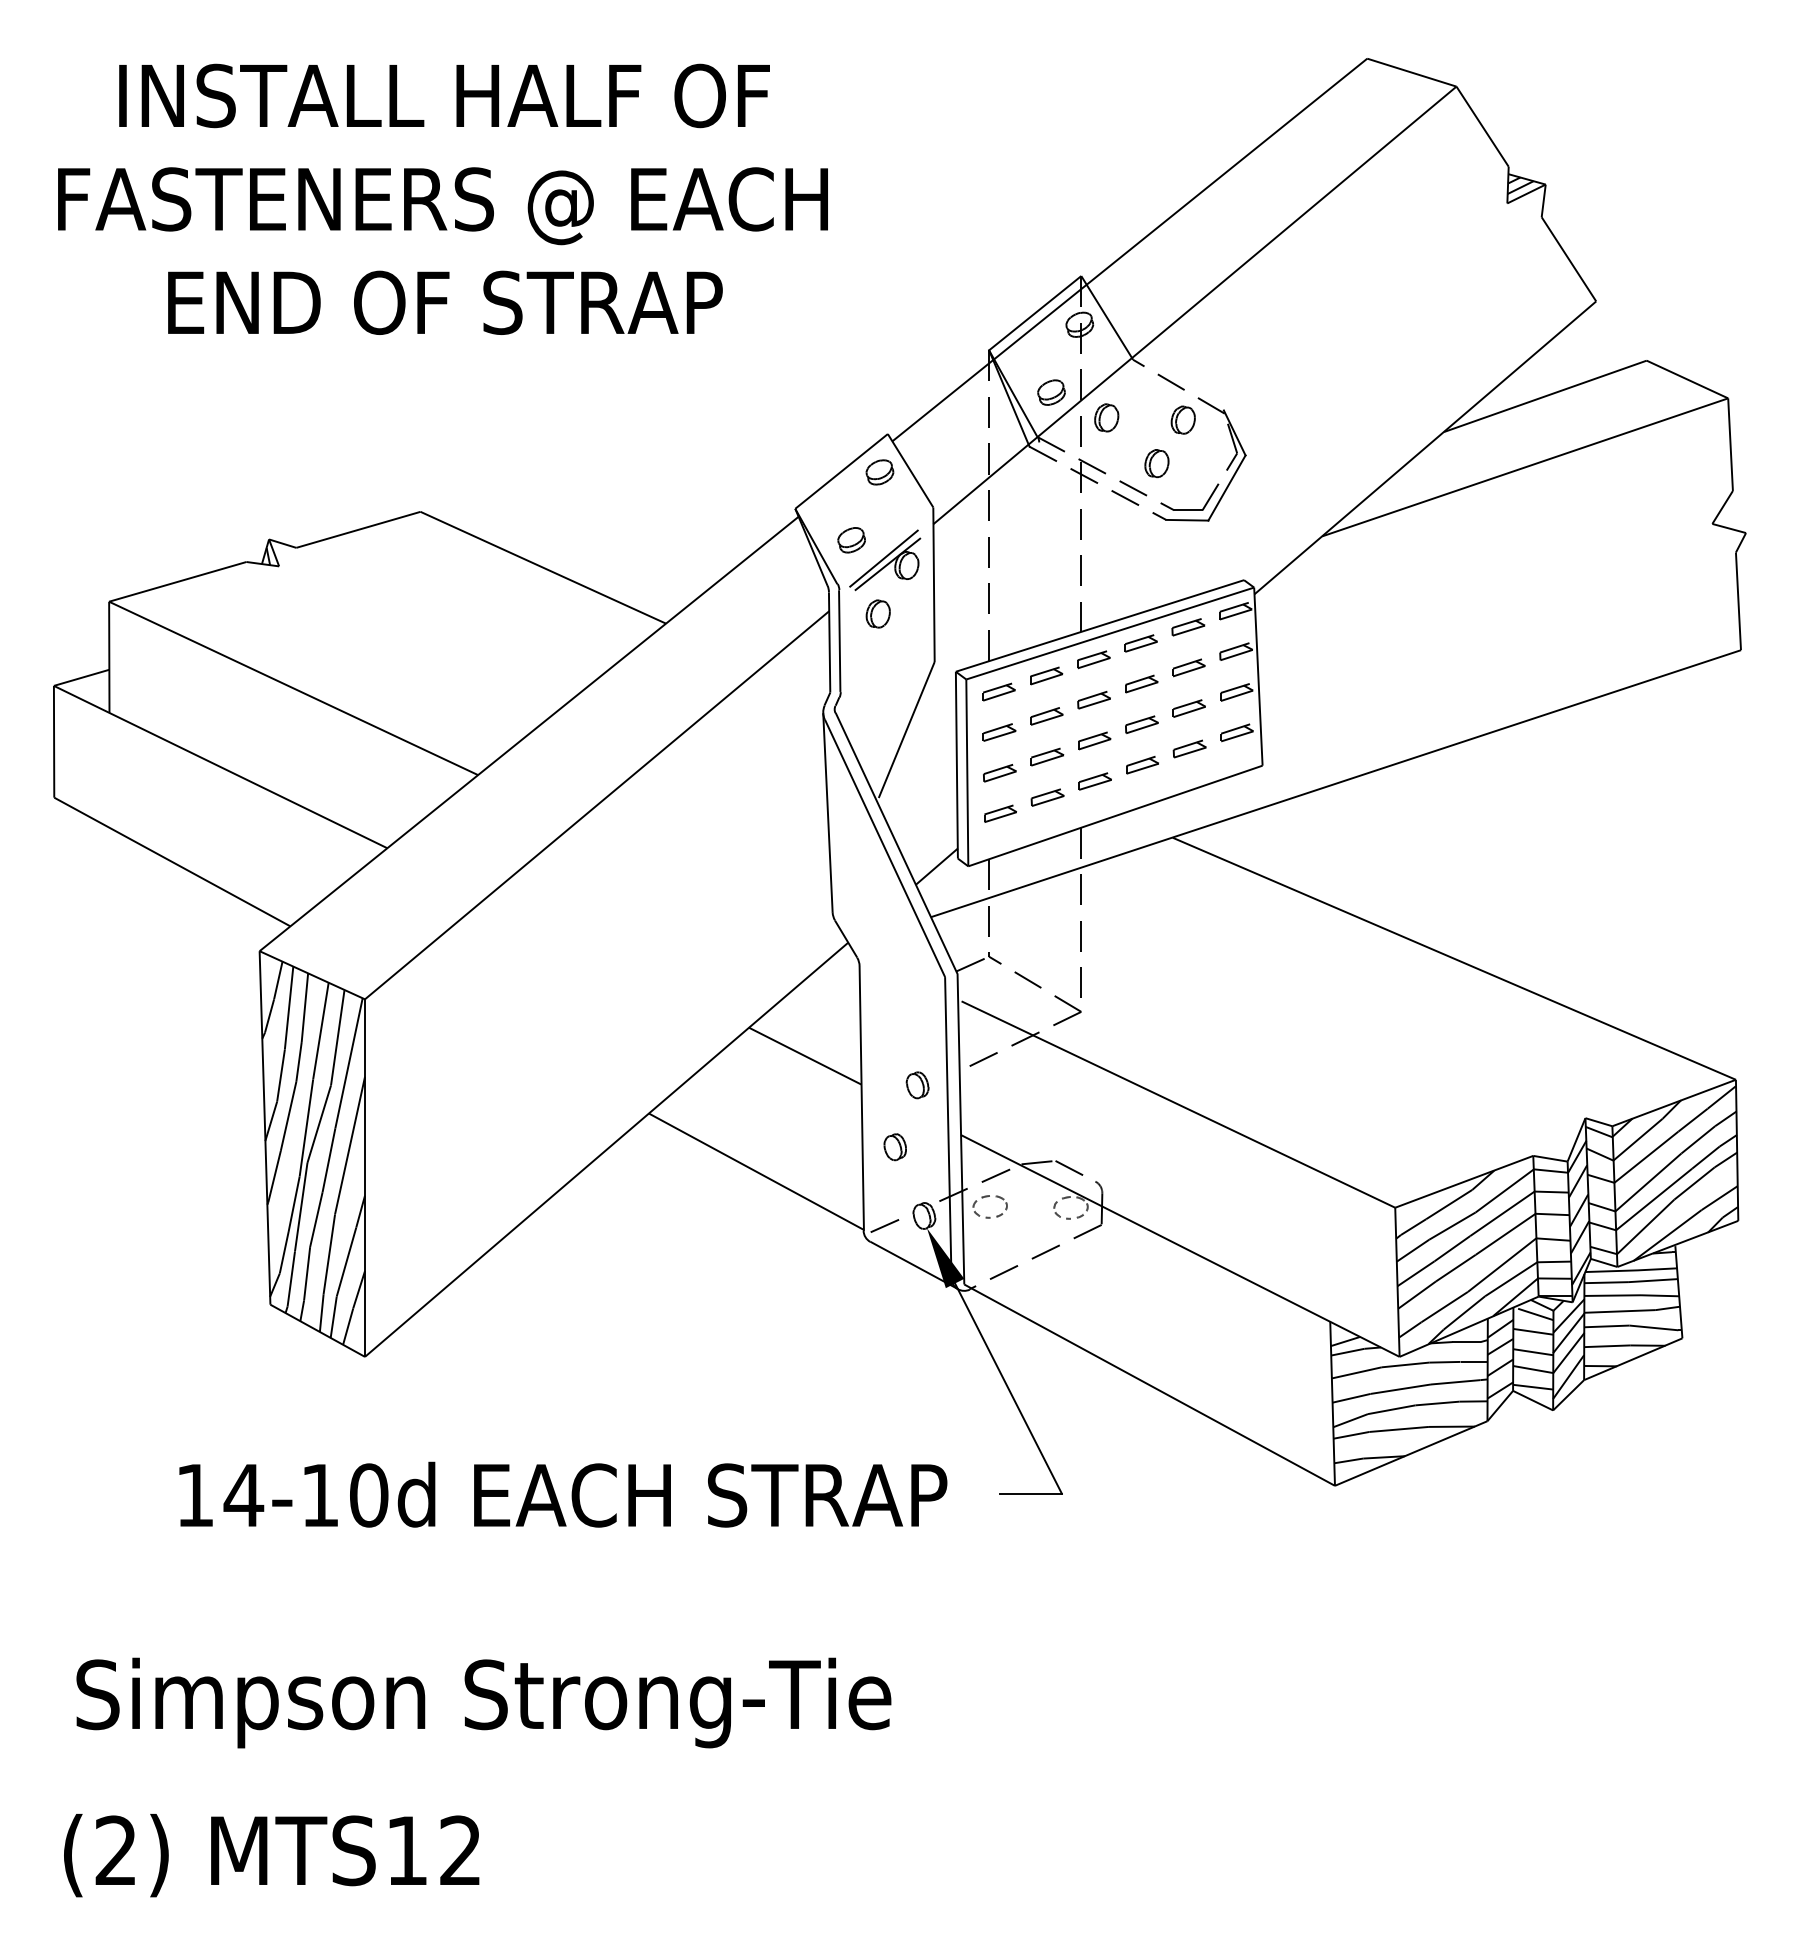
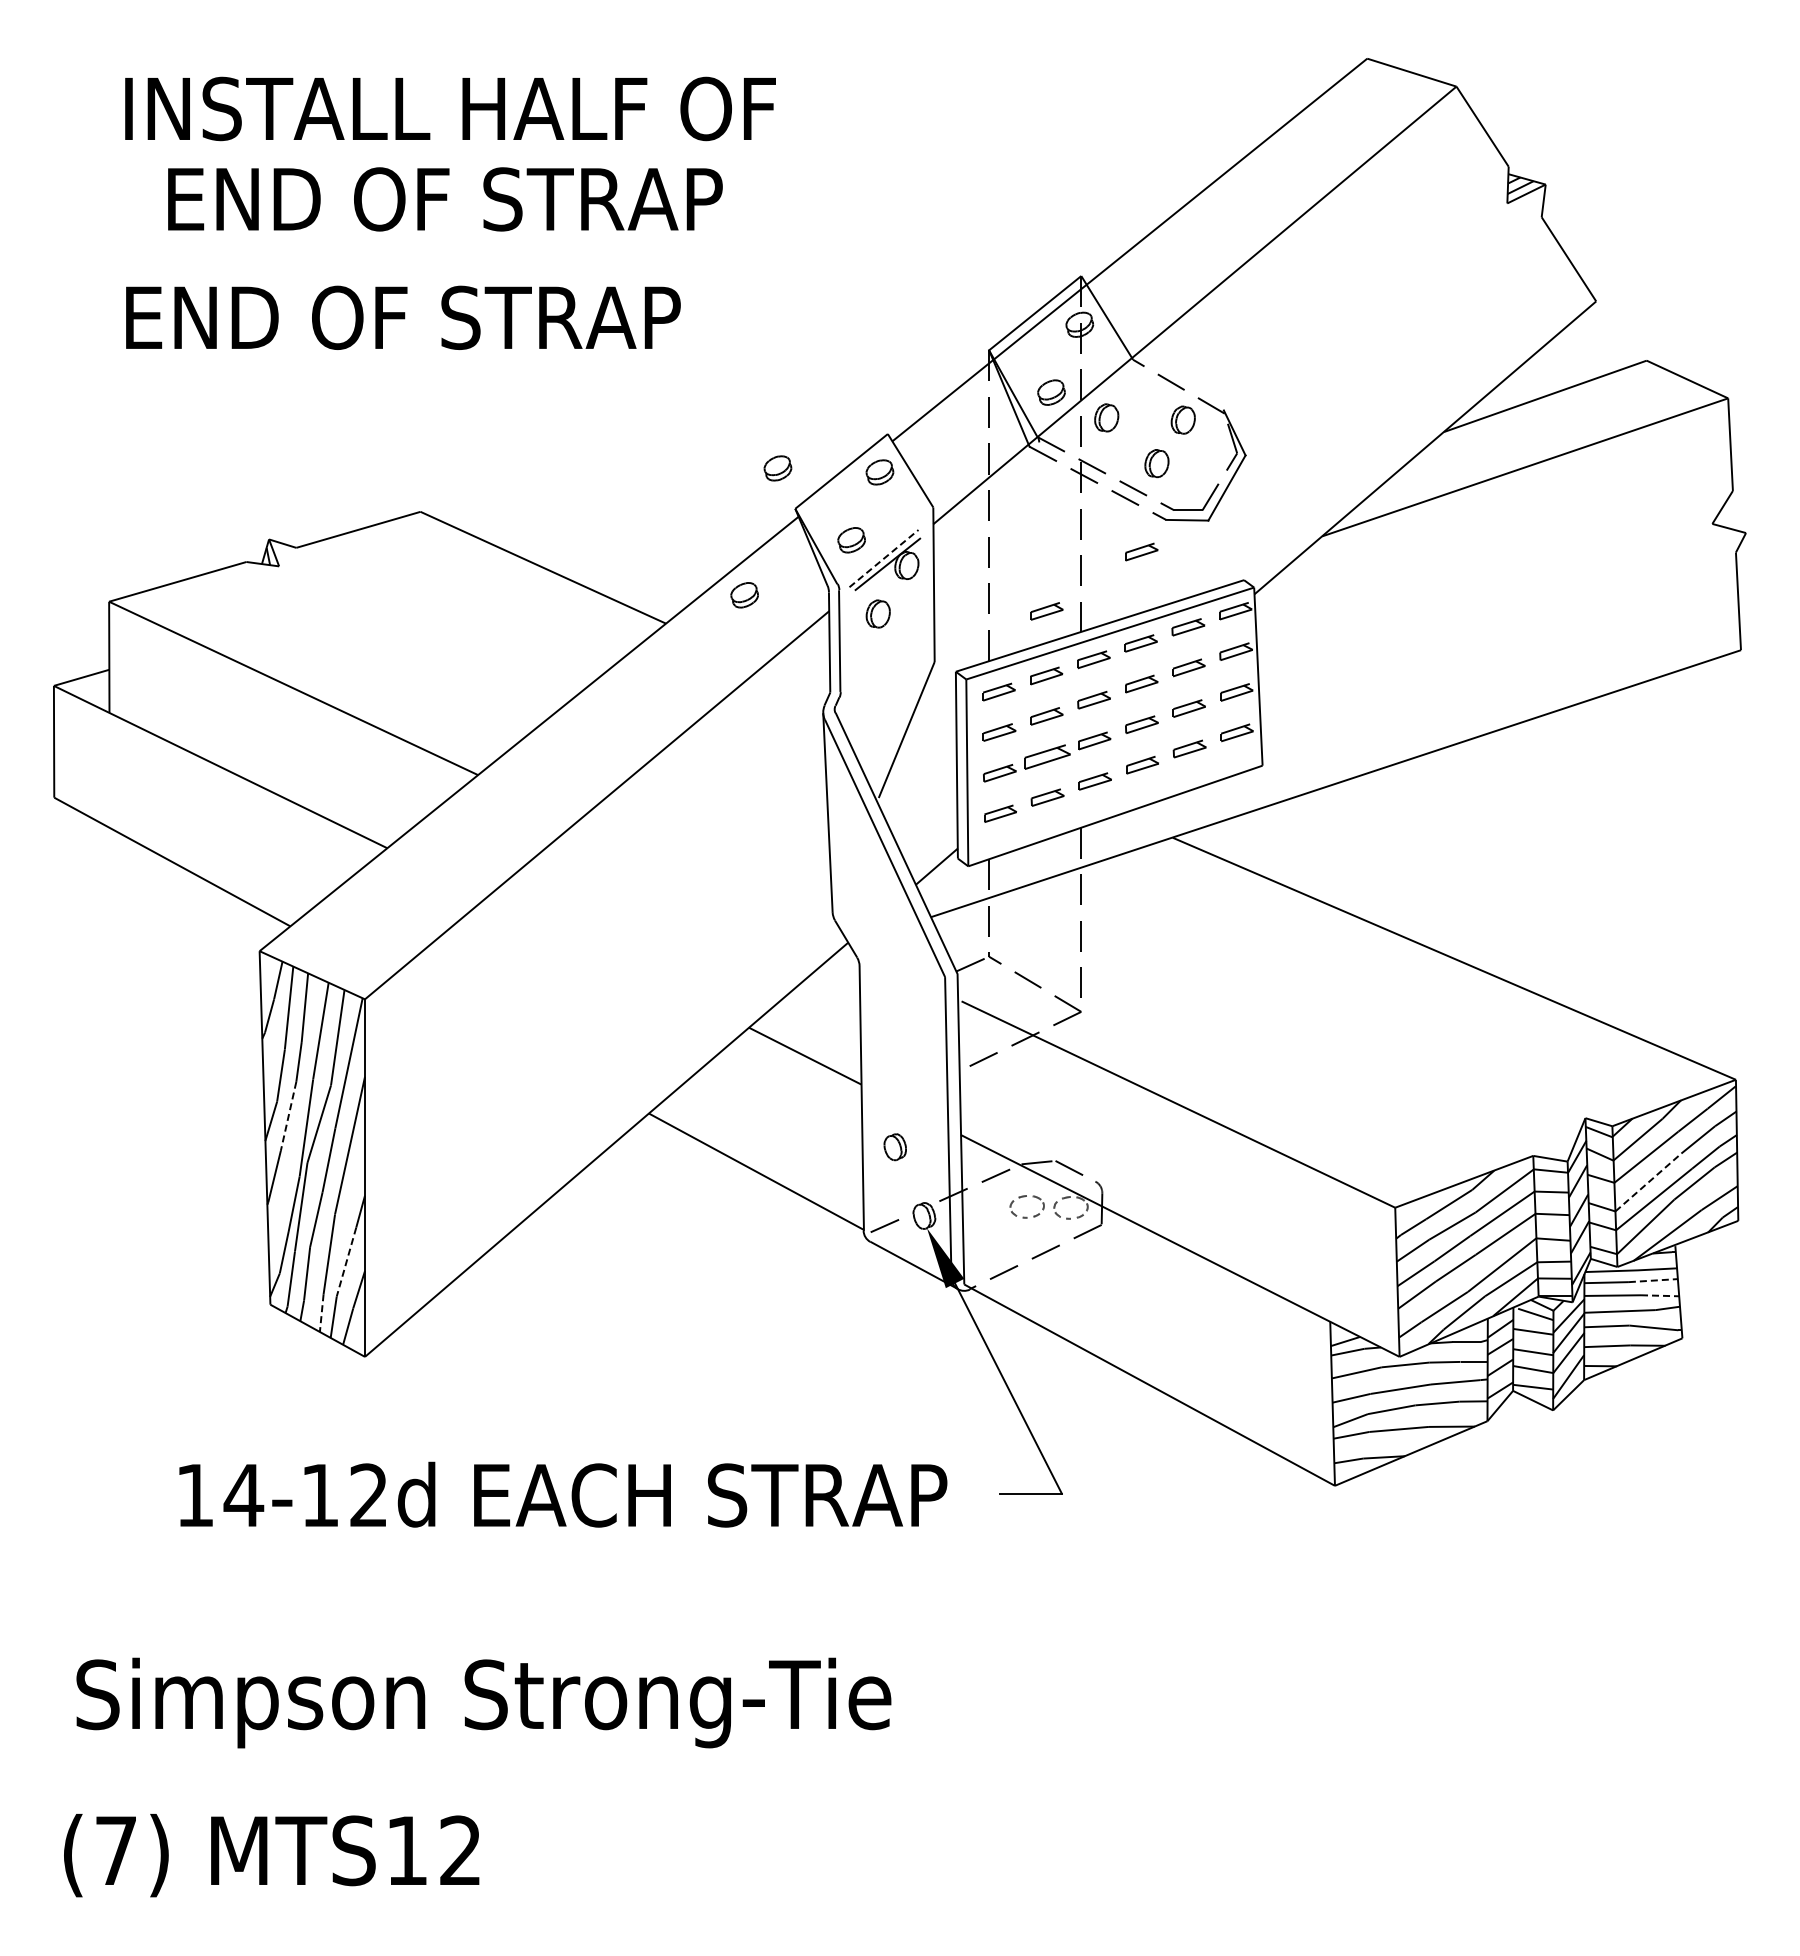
text at (444, 95) position: (444, 95) -> (450, 108)
text at (442, 206): FASTENERS @ EACH -> END OF STRAP
text at (445, 302) position: (445, 302) -> (403, 317)
part at (777, 468): none -> present
part at (1141, 551): none -> present
line at (884, 558): solid -> dashed
part at (744, 595): none -> present
part at (1046, 611): none -> present
part at (1047, 756) size: 35x20 px -> 47x26 px
part at (917, 1085): present -> none
line at (288, 1116): solid -> dashed
line at (1648, 1182): solid -> dashed
part at (987, 1197) position: (987, 1197) -> (1024, 1197)
line at (346, 1262): solid -> dashed
line at (1653, 1280): solid -> dashed
line at (1660, 1295): solid -> dashed
line at (321, 1313): solid -> dashed
text at (369, 1495): 14-10d -> 14-12d
text at (115, 1849): (2) -> (7)
